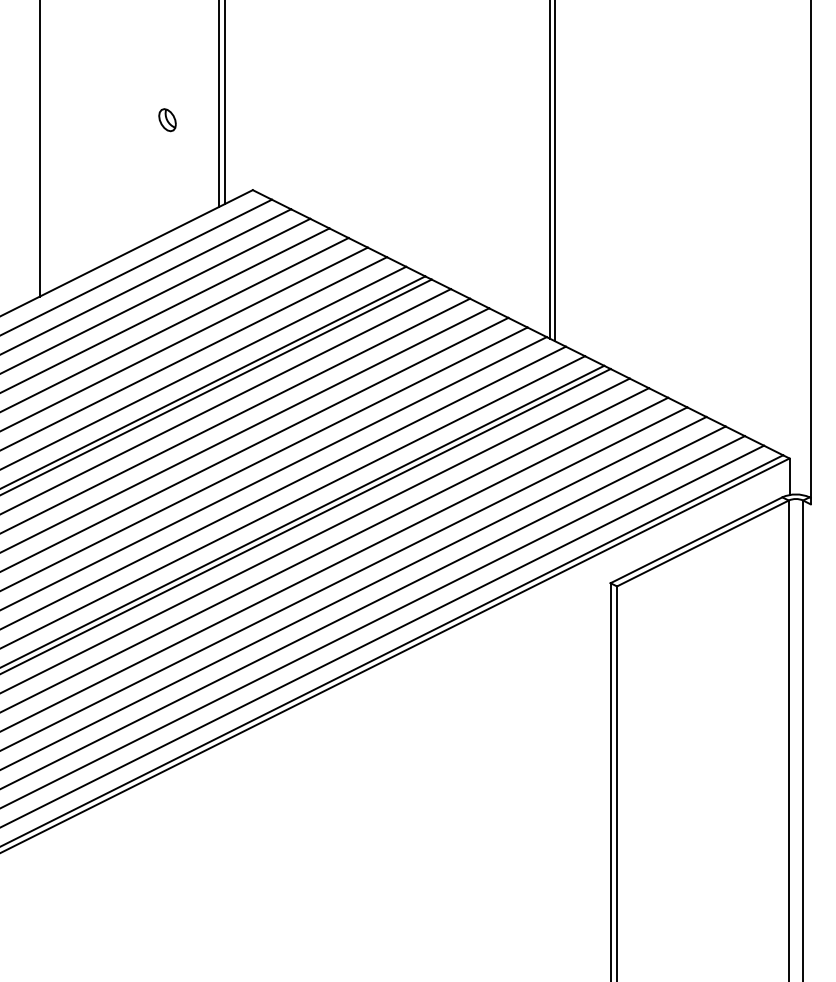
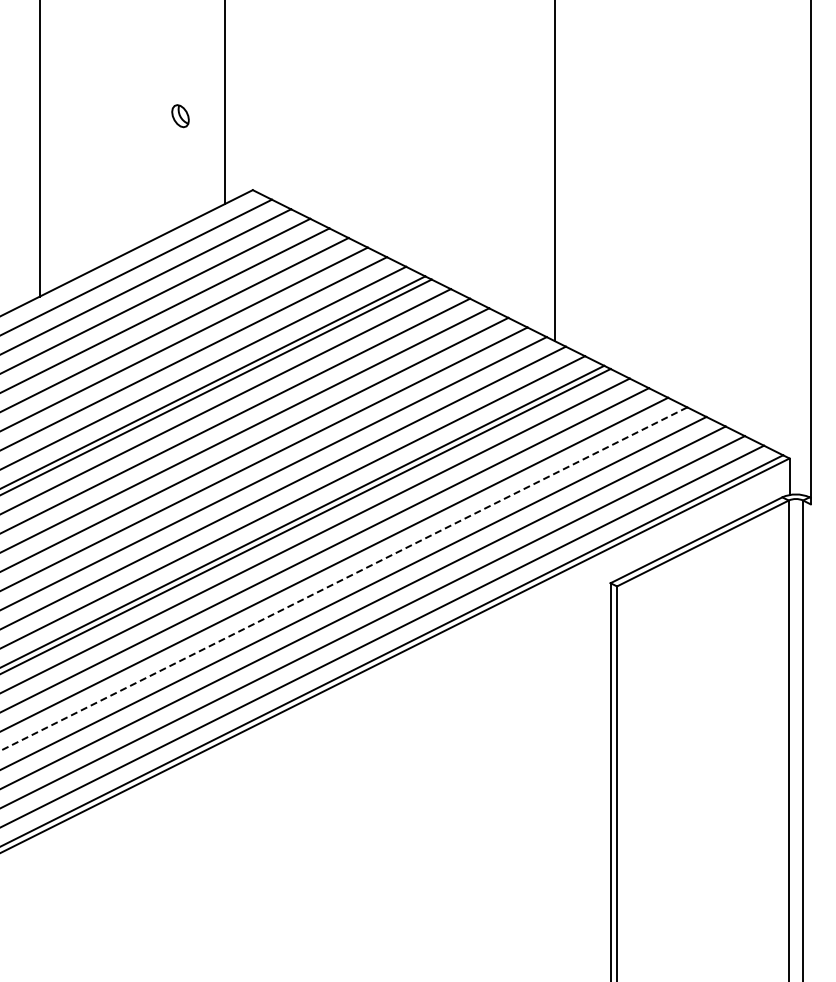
line at (218, 104): present -> none
part at (167, 120) position: (167, 120) -> (180, 116)
line at (549, 170): present -> none
line at (343, 579): solid -> dashed
